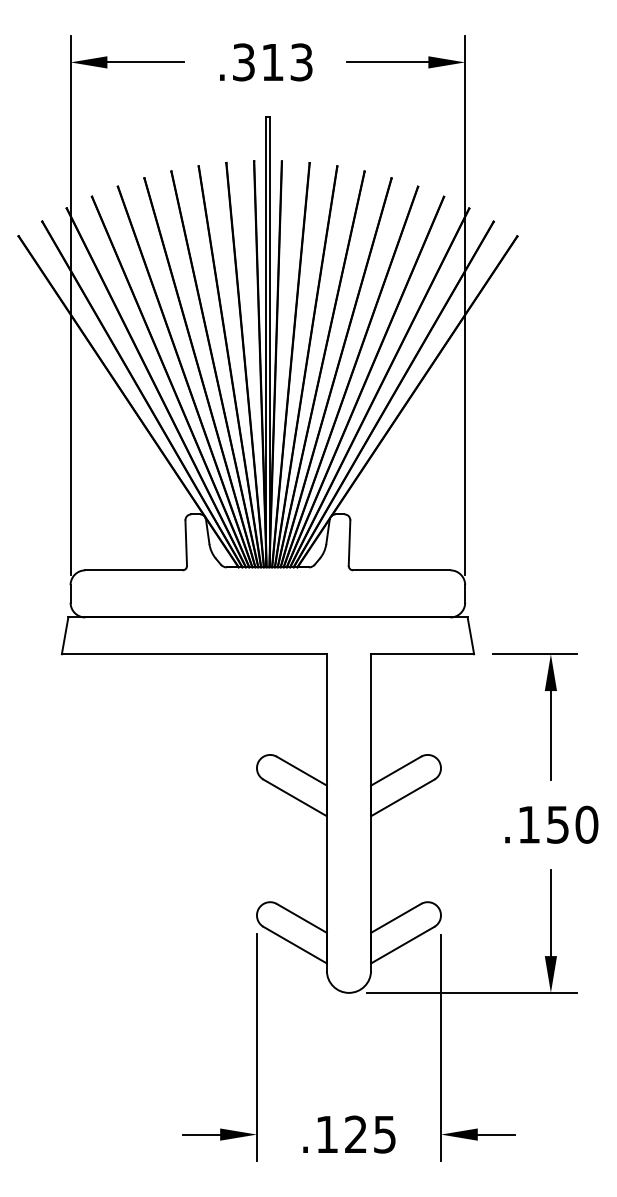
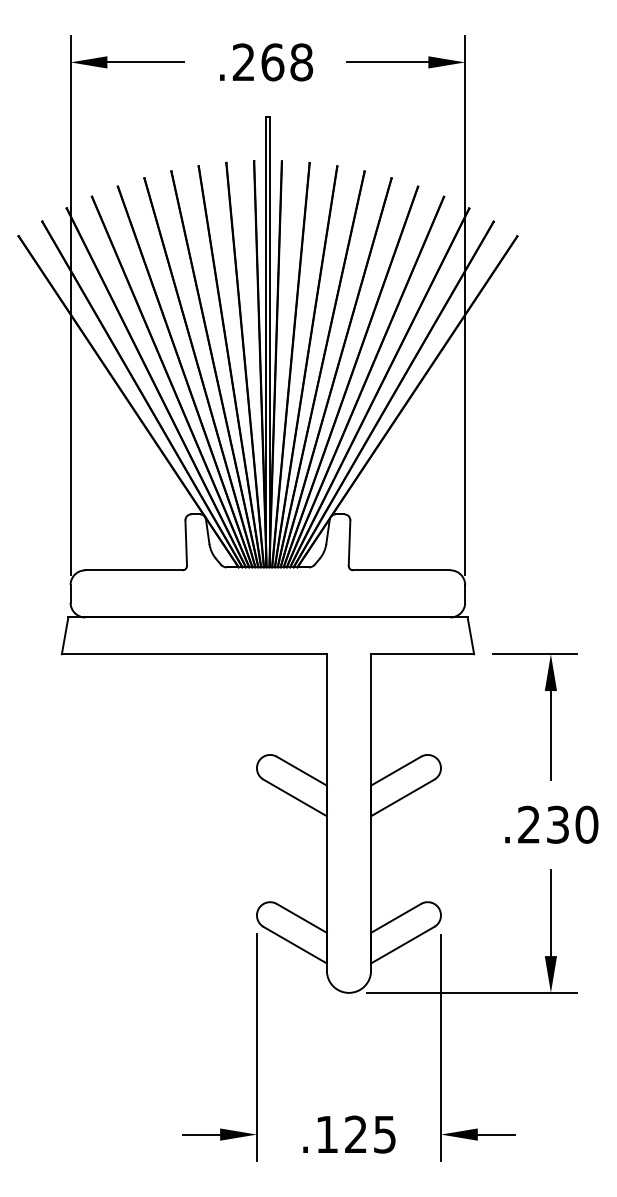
text at (272, 62): .313 -> .268
text at (543, 824): .150 -> .230
